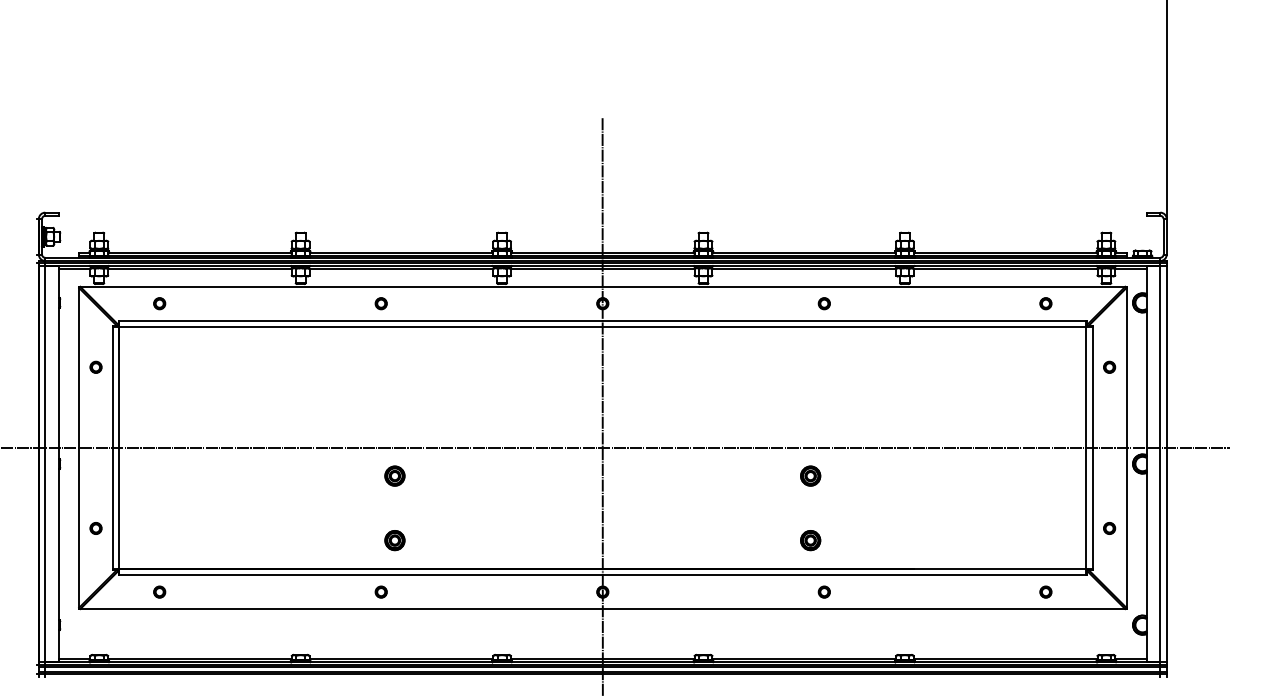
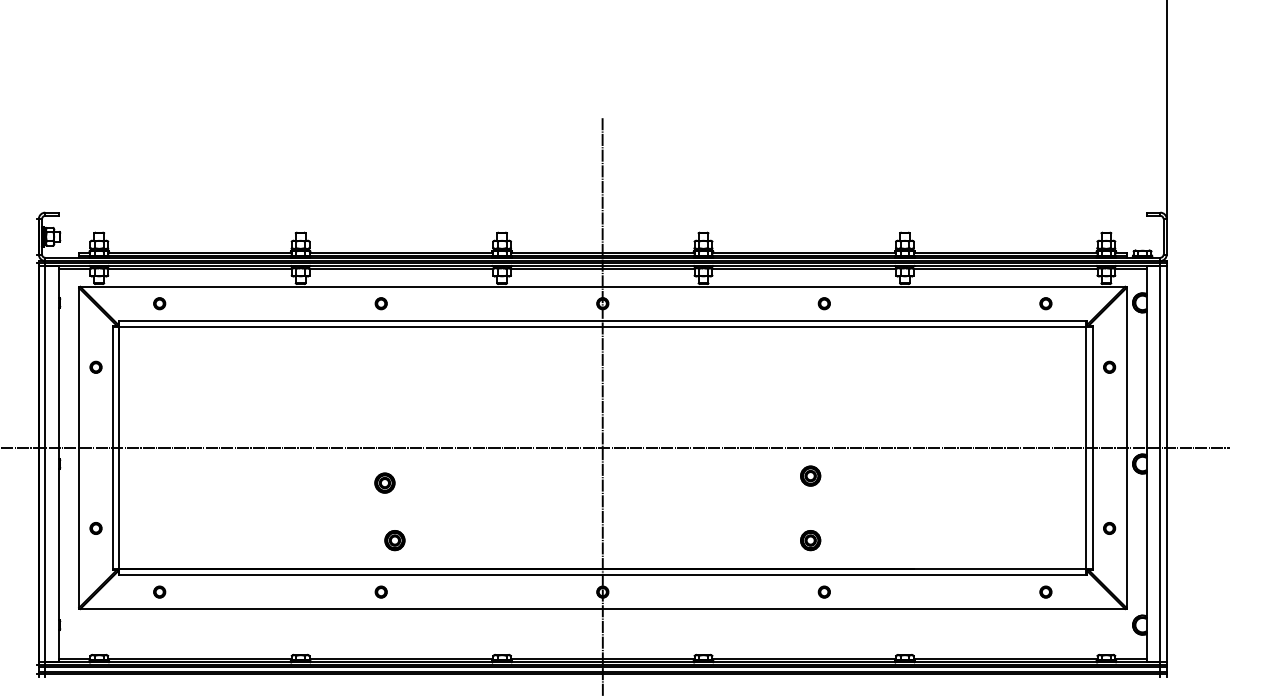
part at (394, 475) position: (394, 475) -> (384, 482)
